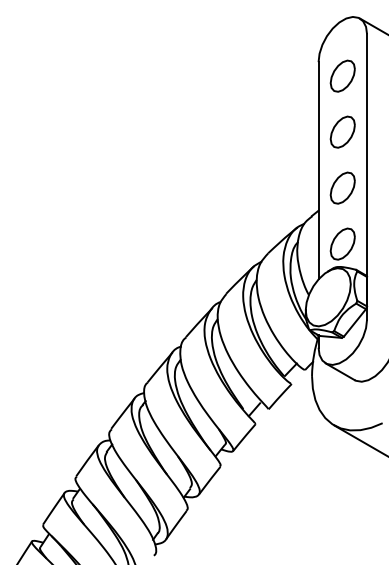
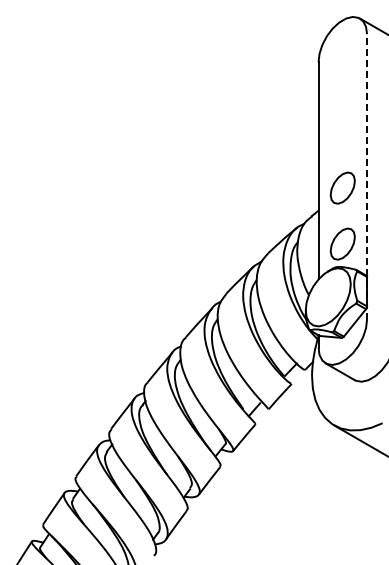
part at (342, 75): present -> none
part at (342, 131): present -> none
line at (367, 176): solid -> dashed
